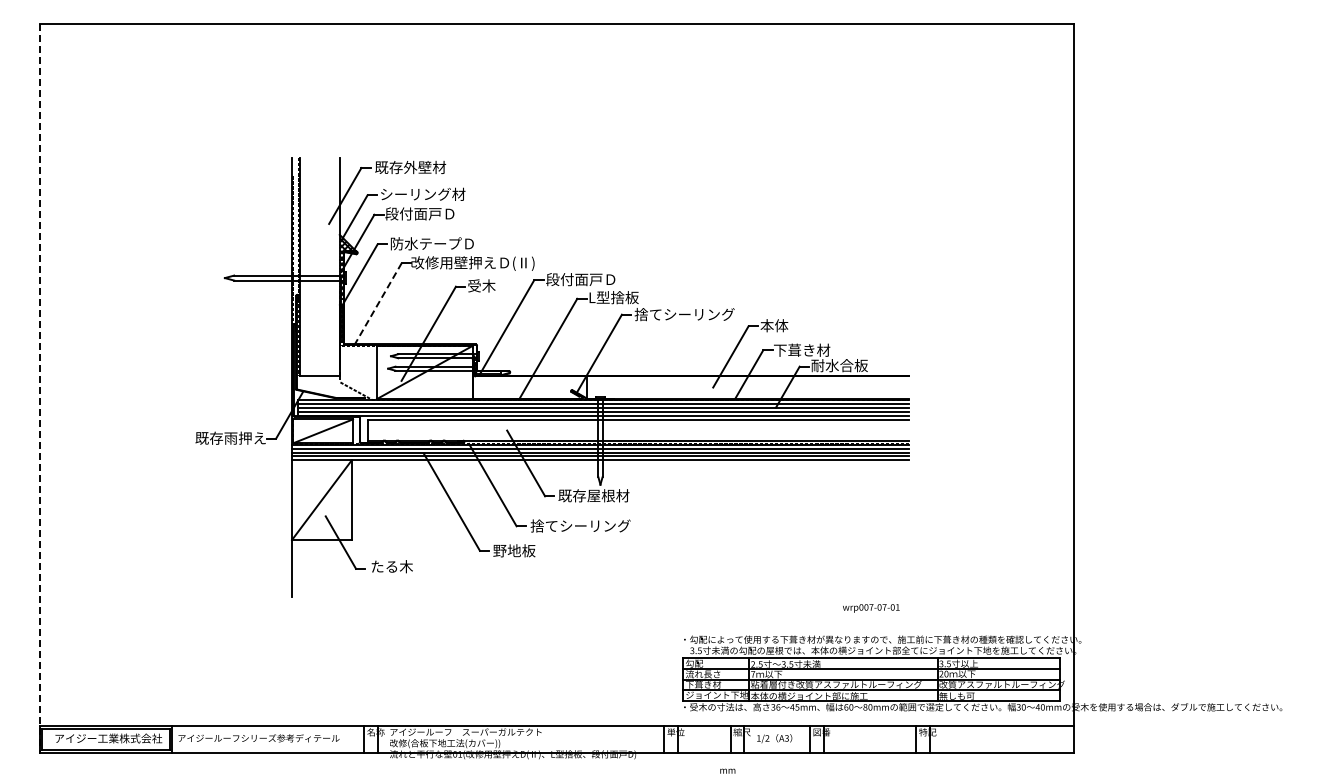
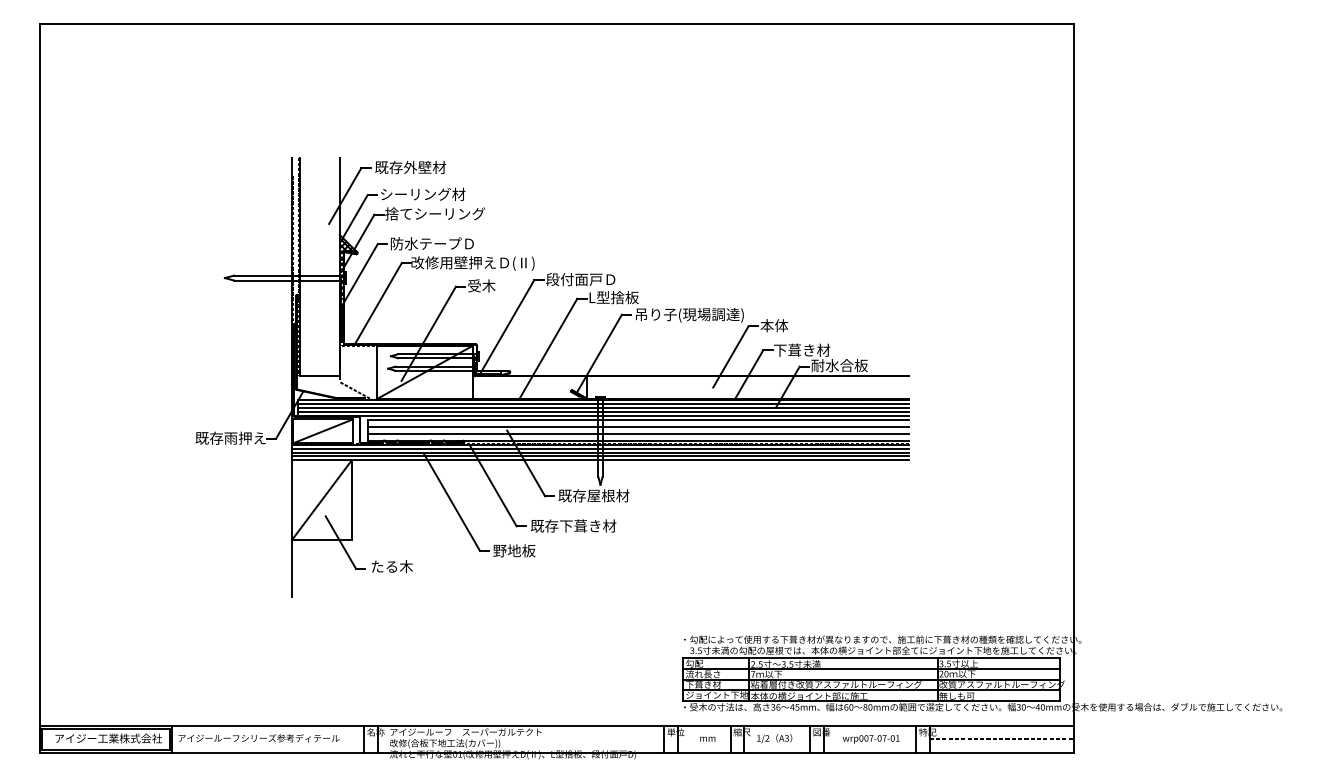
text at (434, 213): 段付面戸Ｄ -> 捨てシーリング
line at (378, 303): dashed -> solid
text at (688, 315): 捨てシーリング -> 吊り子(現場調達)
line at (39, 388): dashed -> solid
line at (638, 426): none -> present
line at (638, 433): none -> present
text at (580, 525): 捨てシーリング -> 既存下葺き材
text at (871, 608) position: (871, 608) -> (871, 739)
line at (1001, 739): none -> present
text at (727, 770) position: (727, 770) -> (707, 738)
